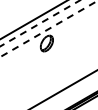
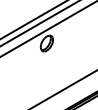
line at (40, 23): dashed -> solid
line at (49, 28): dashed -> solid
